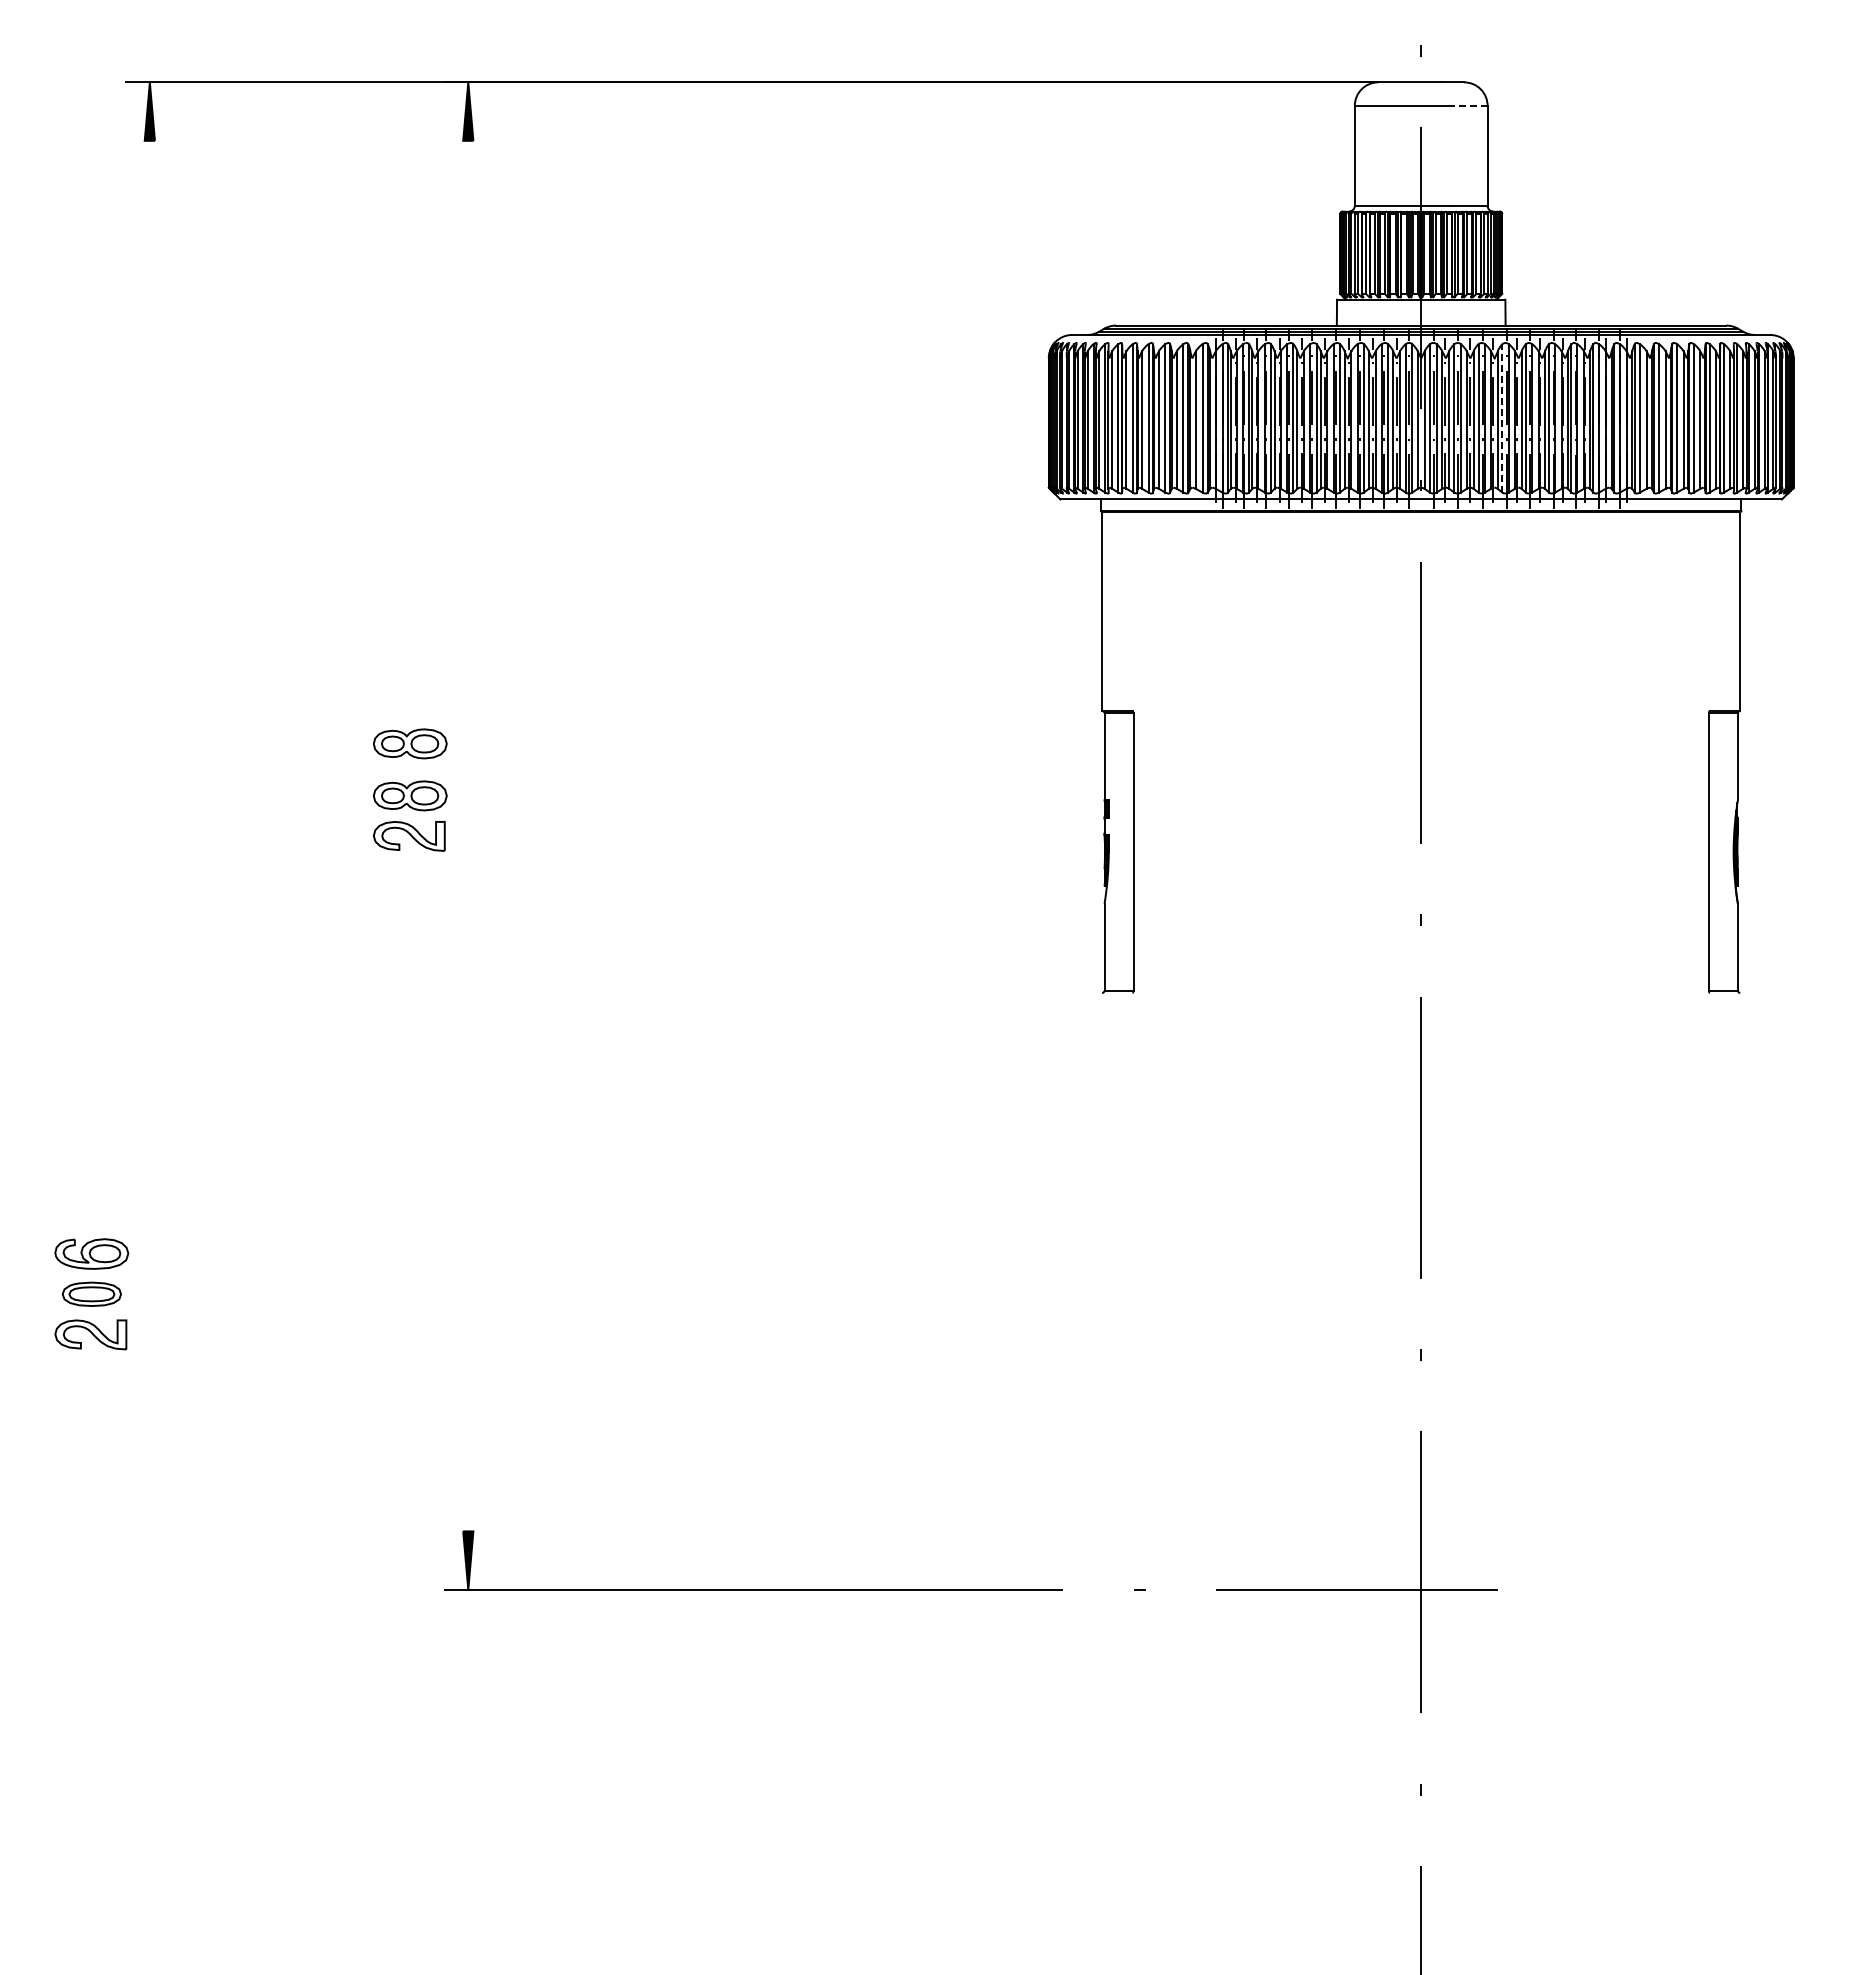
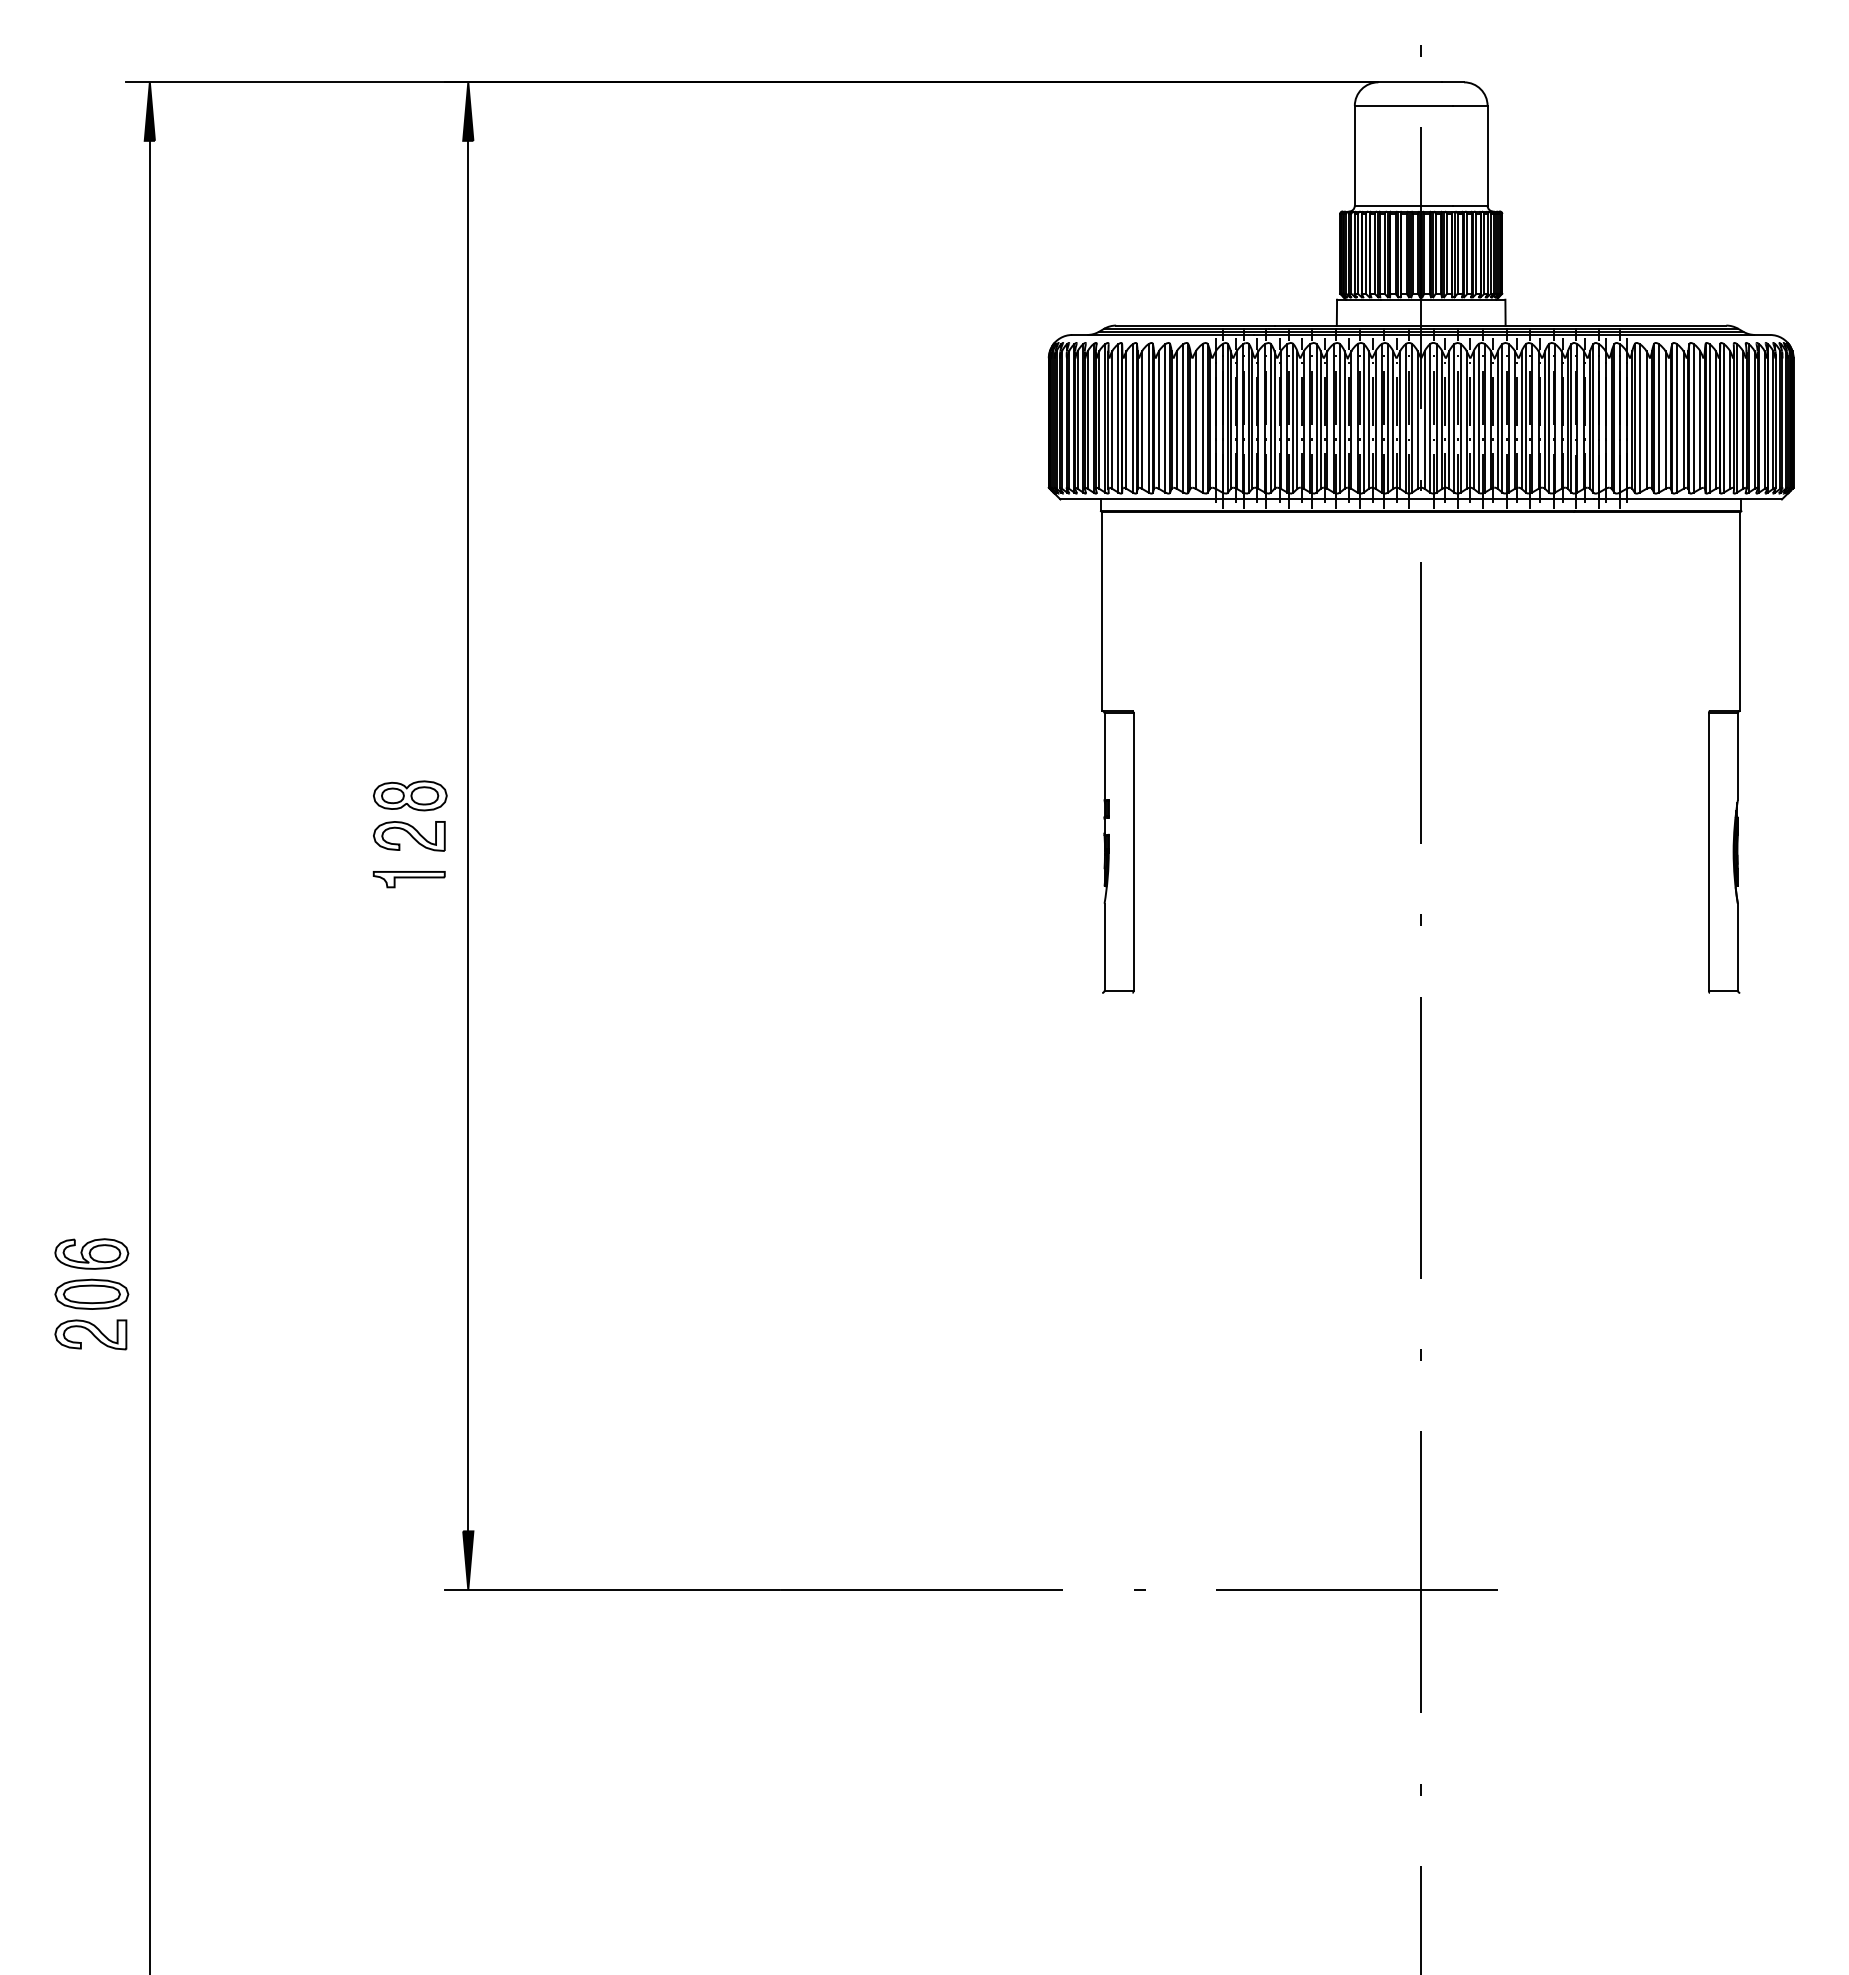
line at (1469, 105): dashed -> solid
line at (1502, 417): dashed -> solid
part at (410, 743): present -> none
line at (468, 835): none -> present
part at (408, 879): none -> present
line at (149, 1055): none -> present
part at (91, 1293) size: 61x26 px -> 76x32 px
